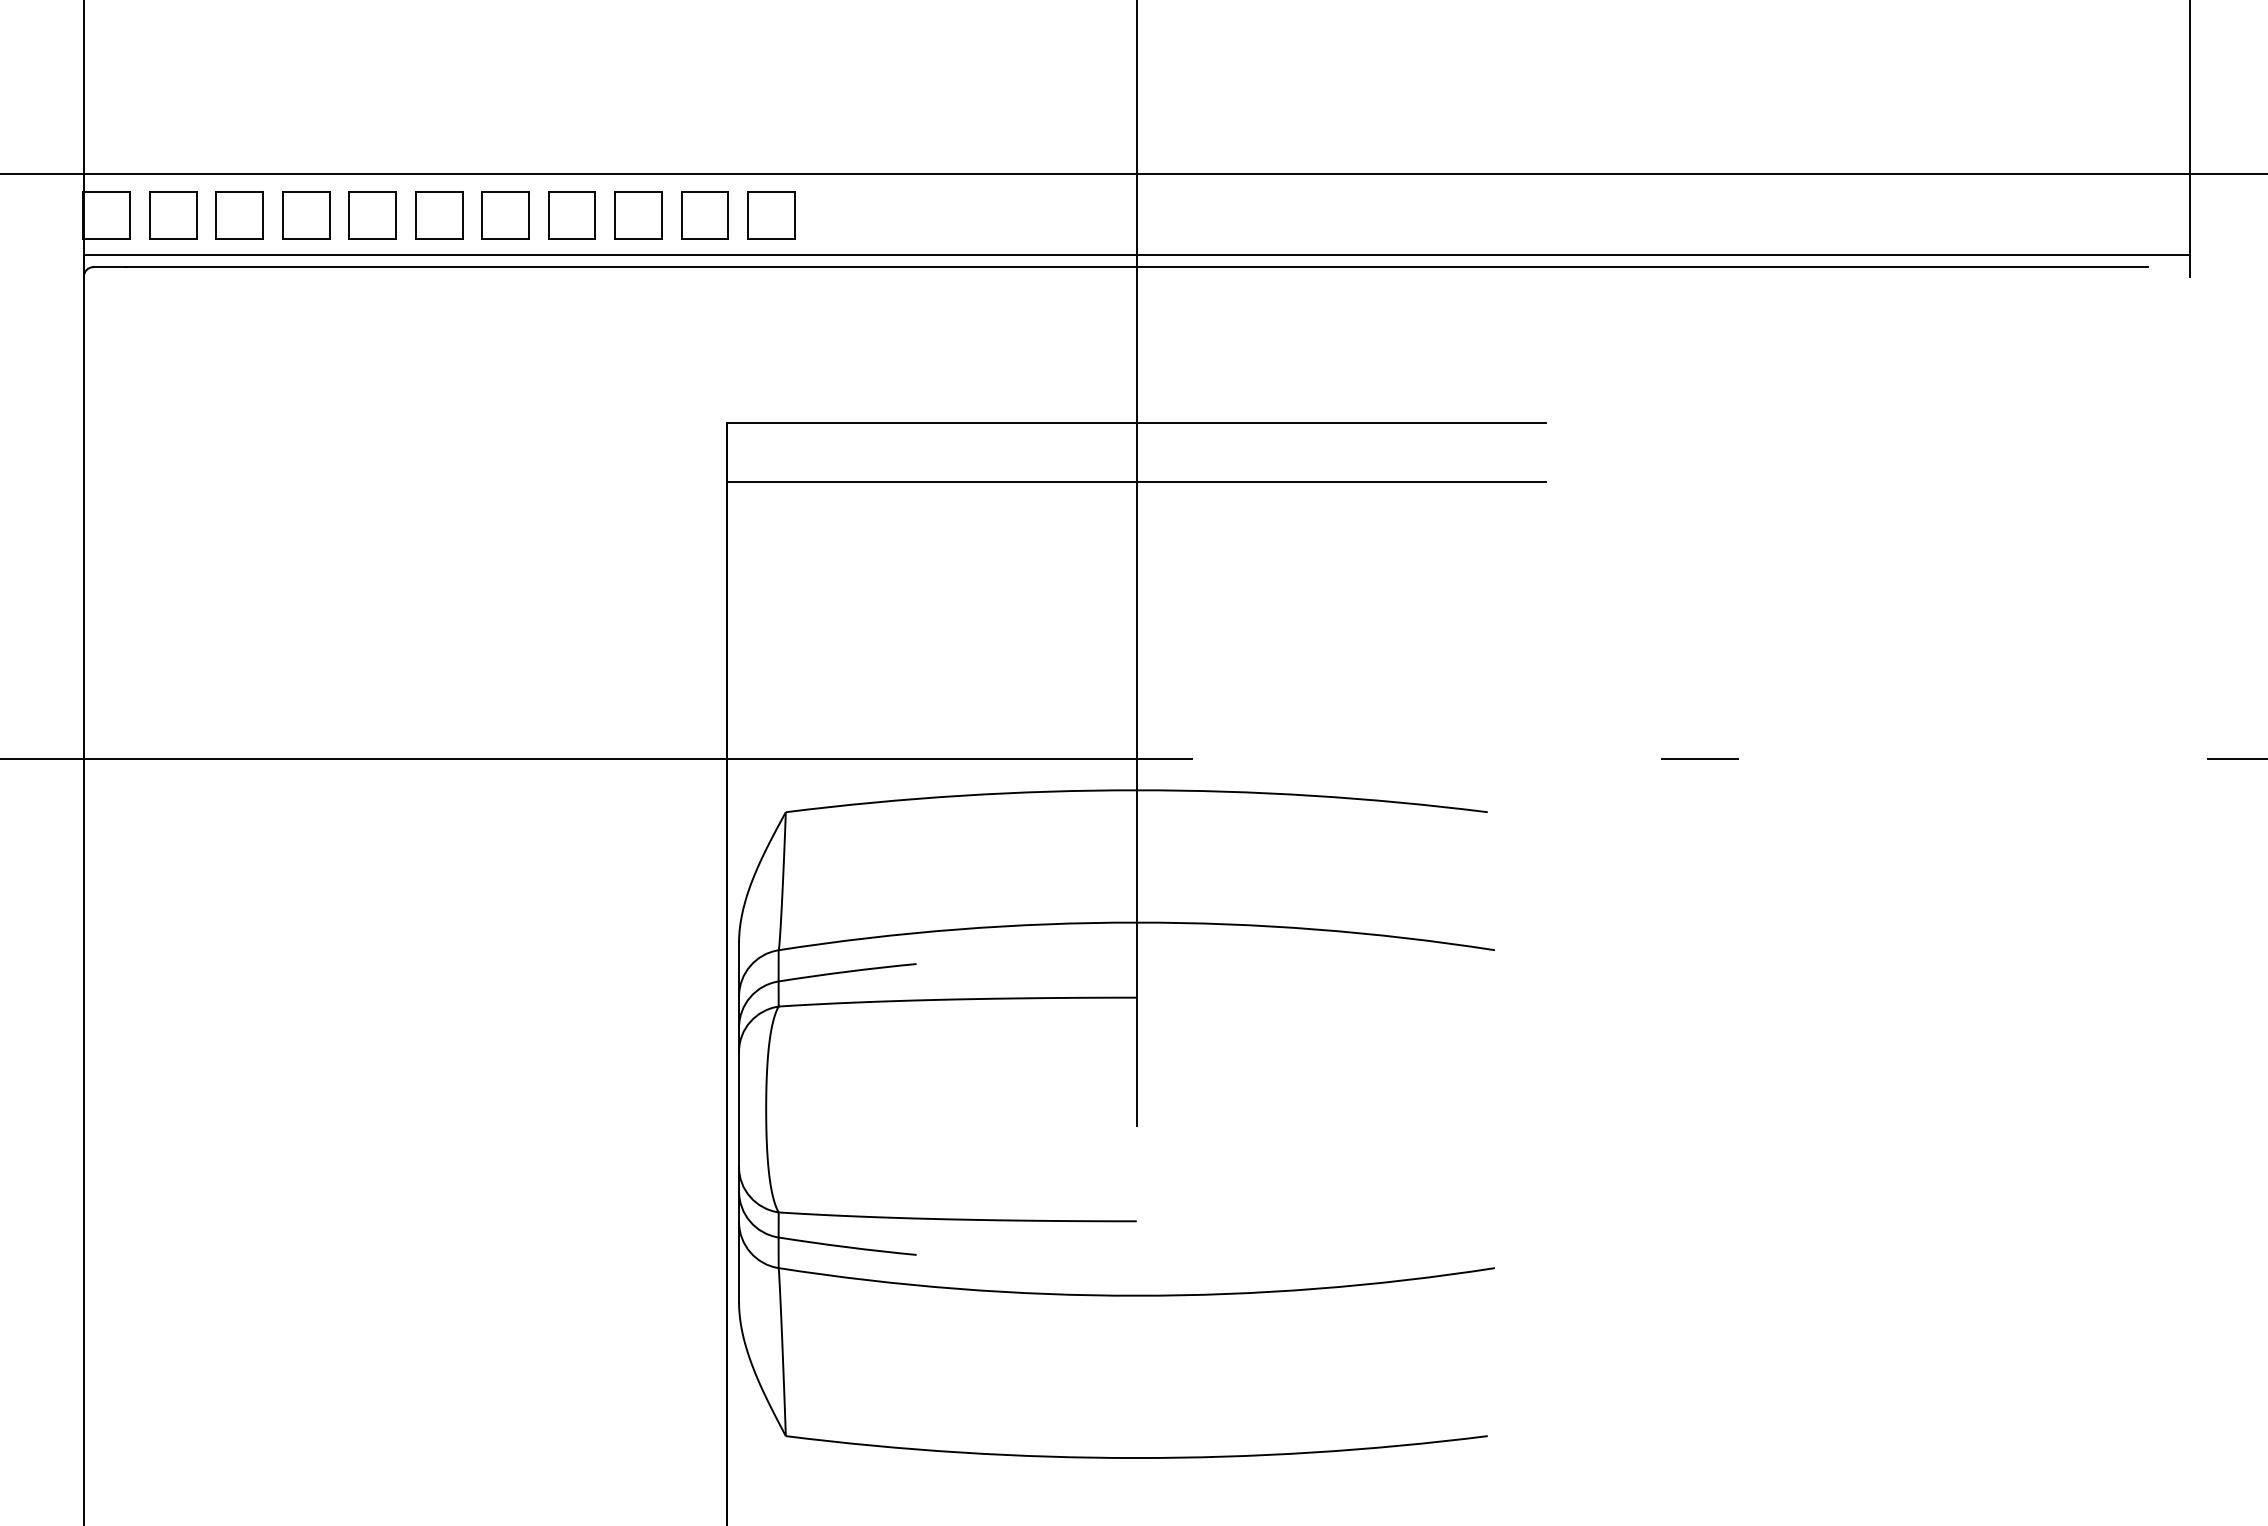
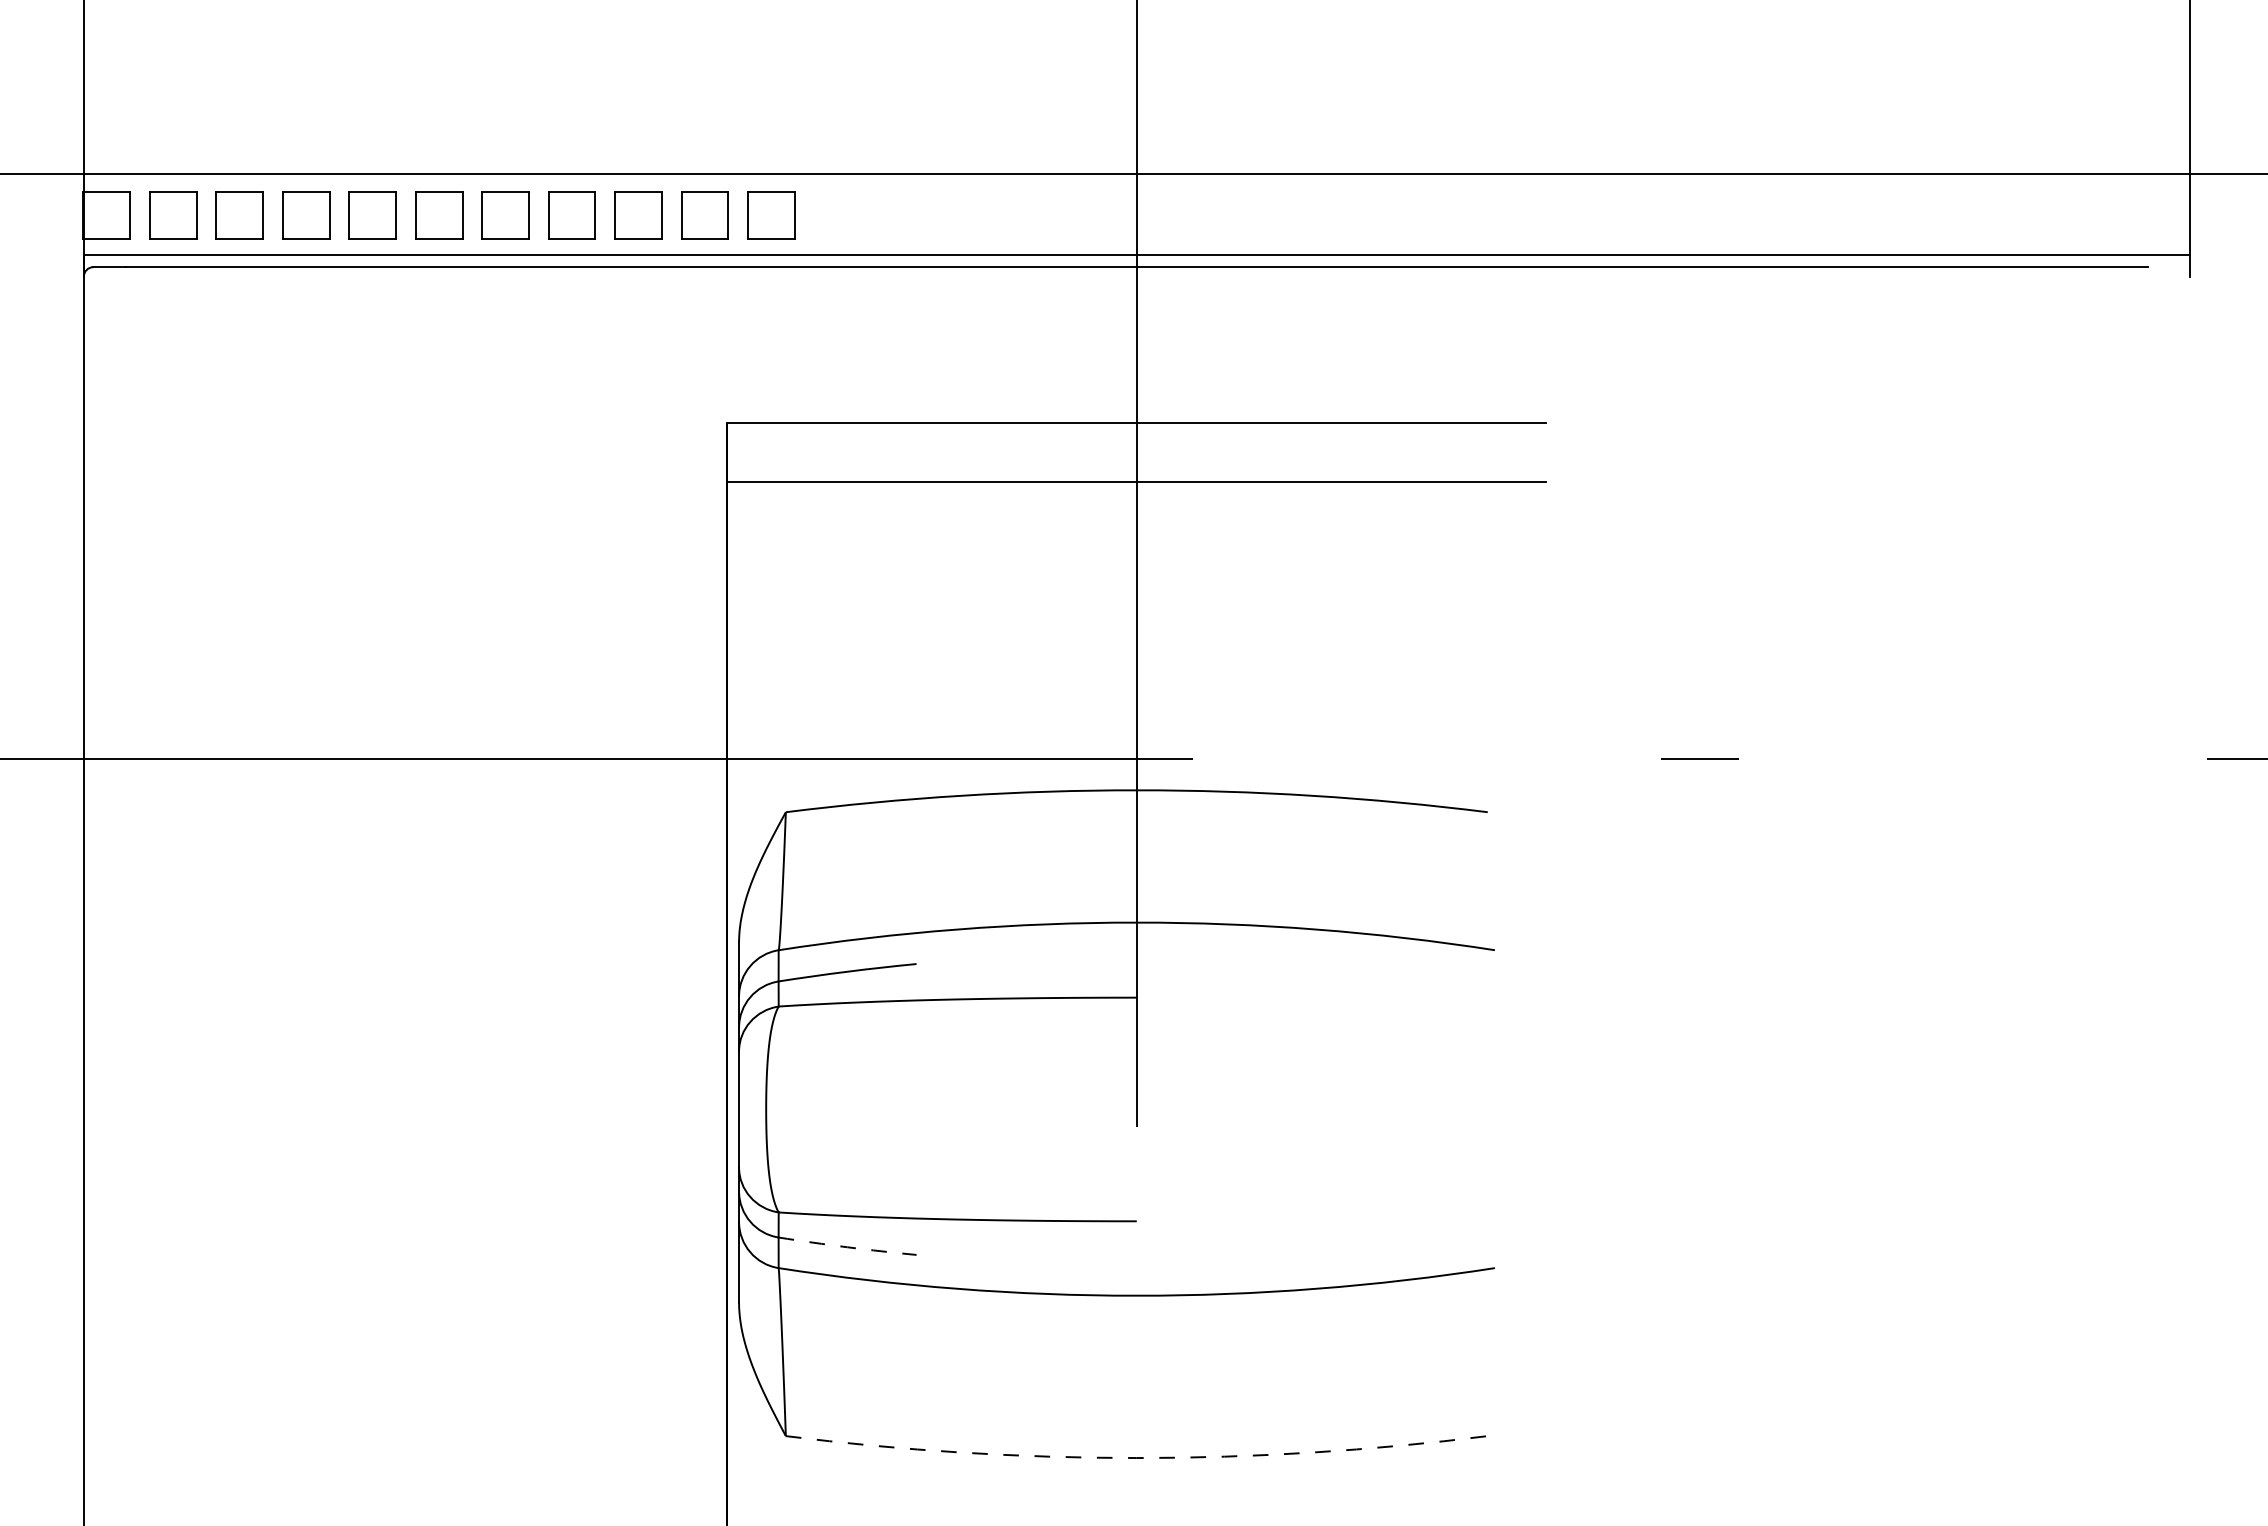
arc at (847, 1247): solid -> dashed
arc at (1136, 1458): solid -> dashed
